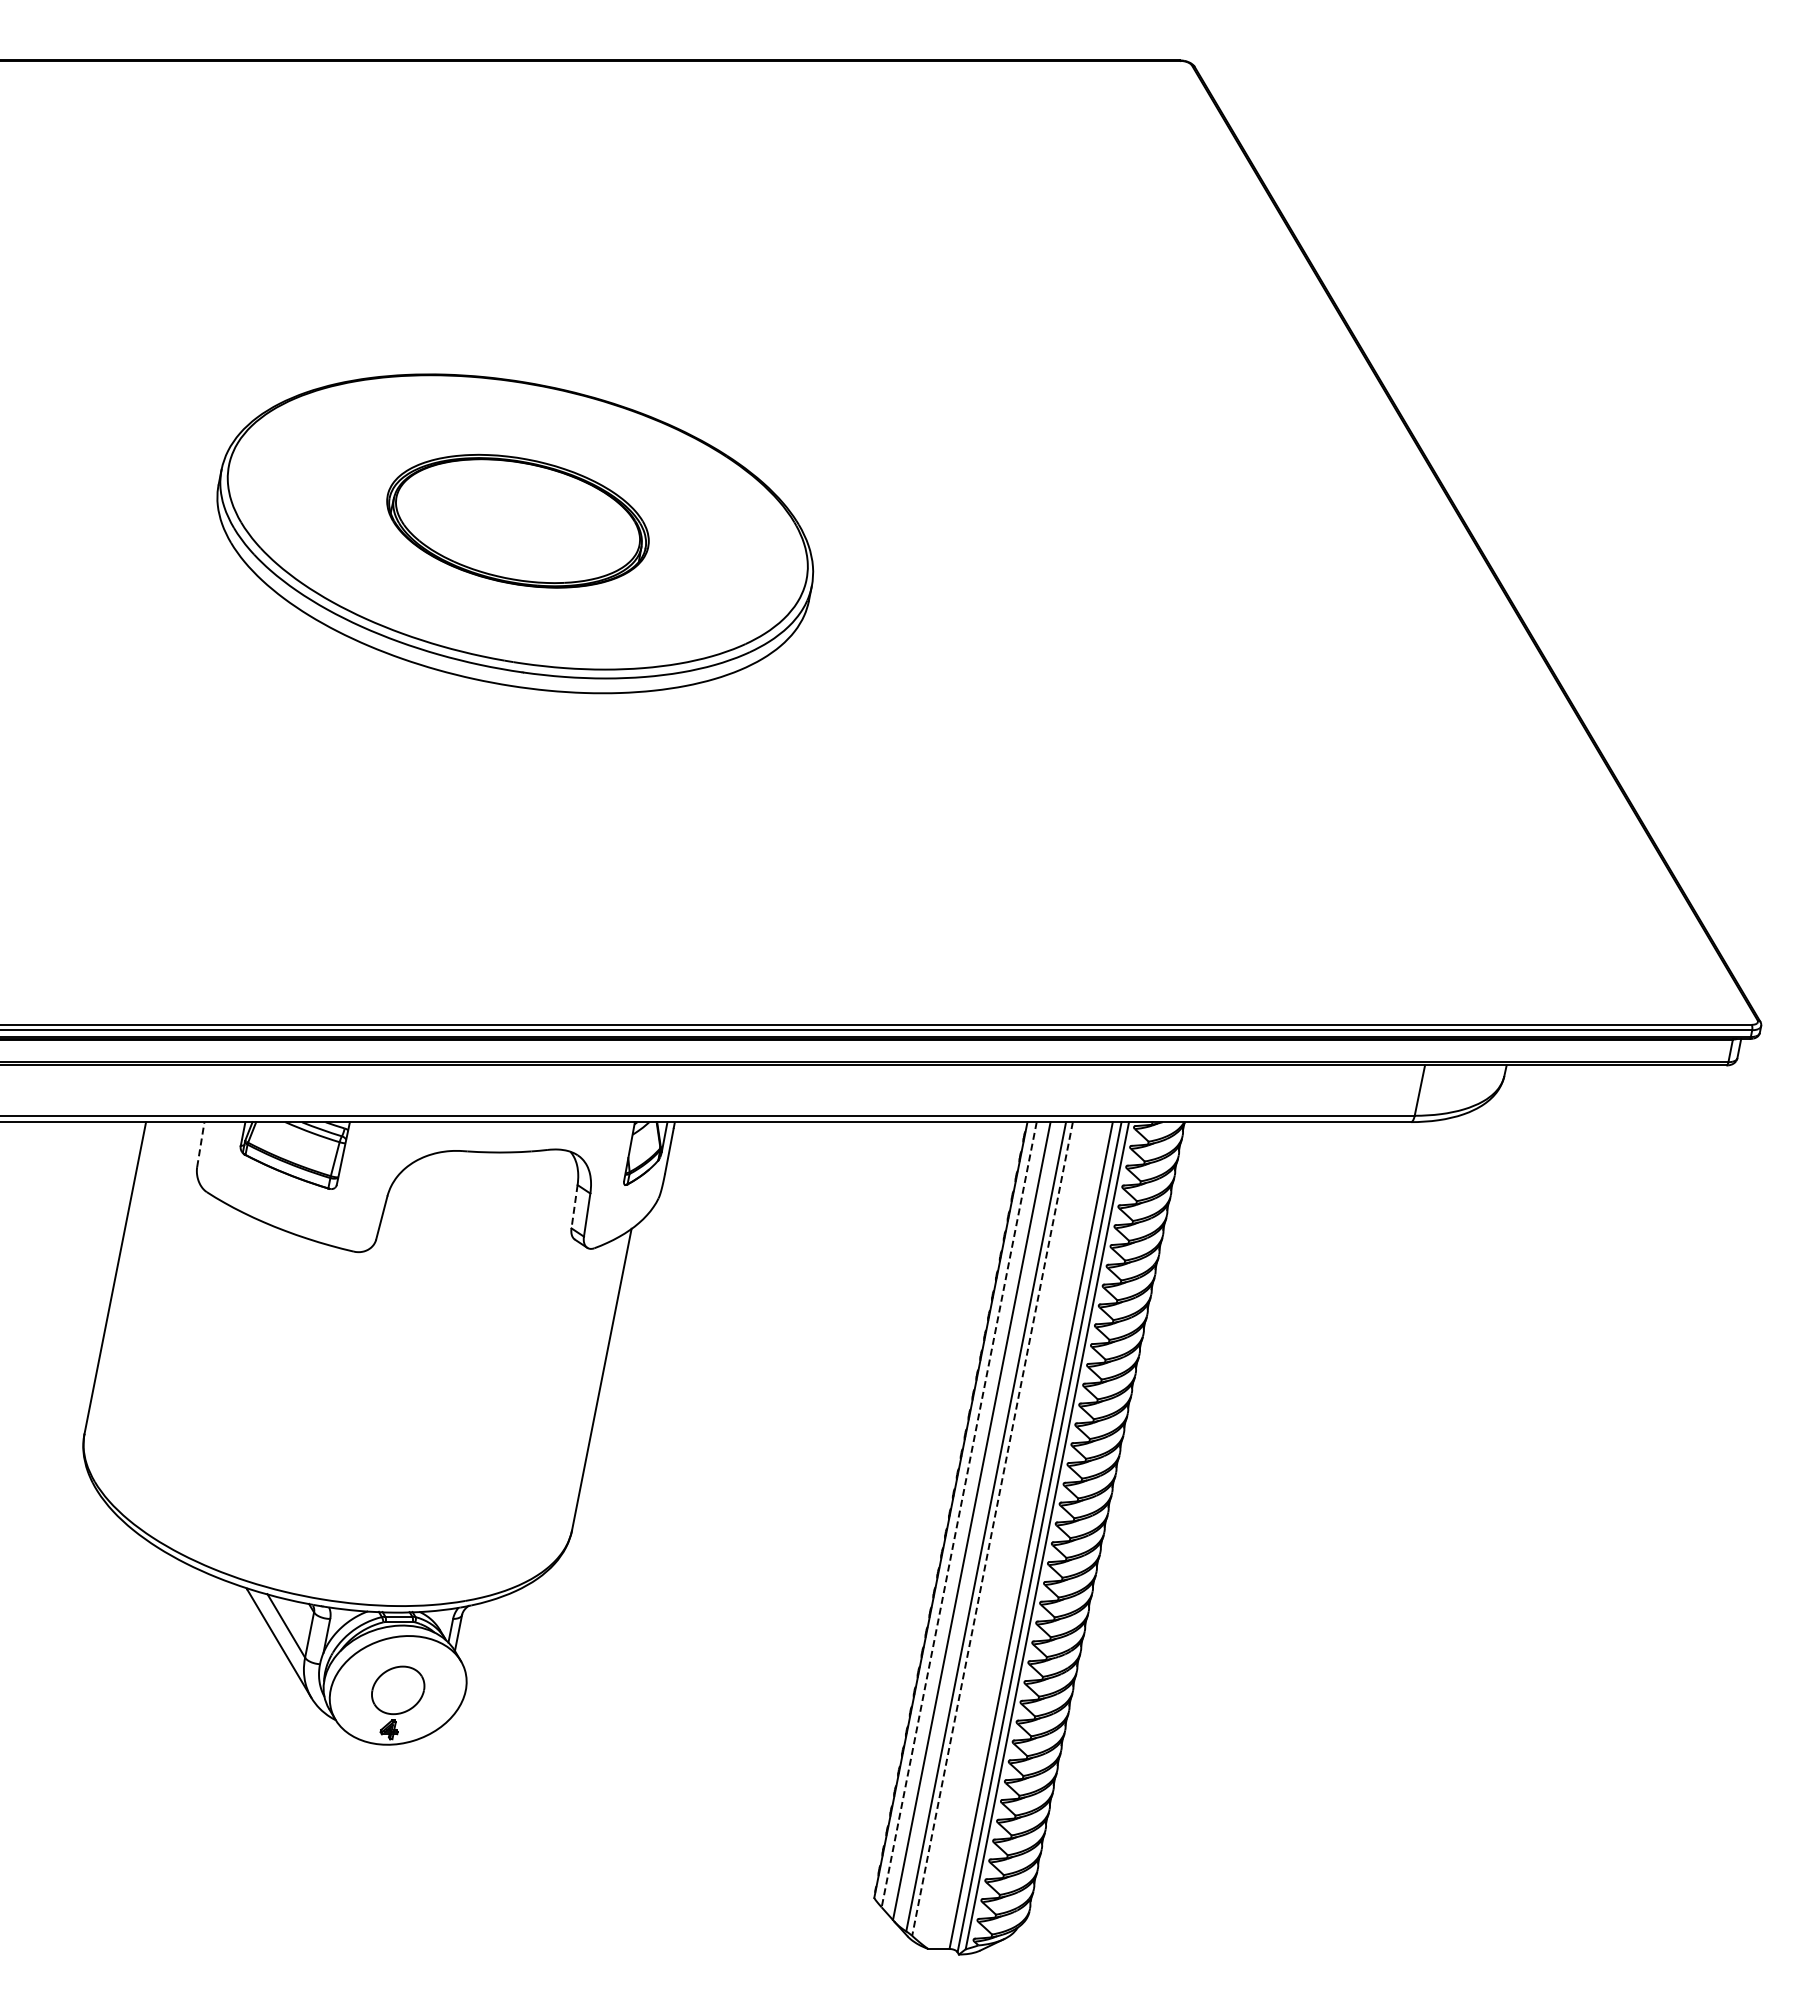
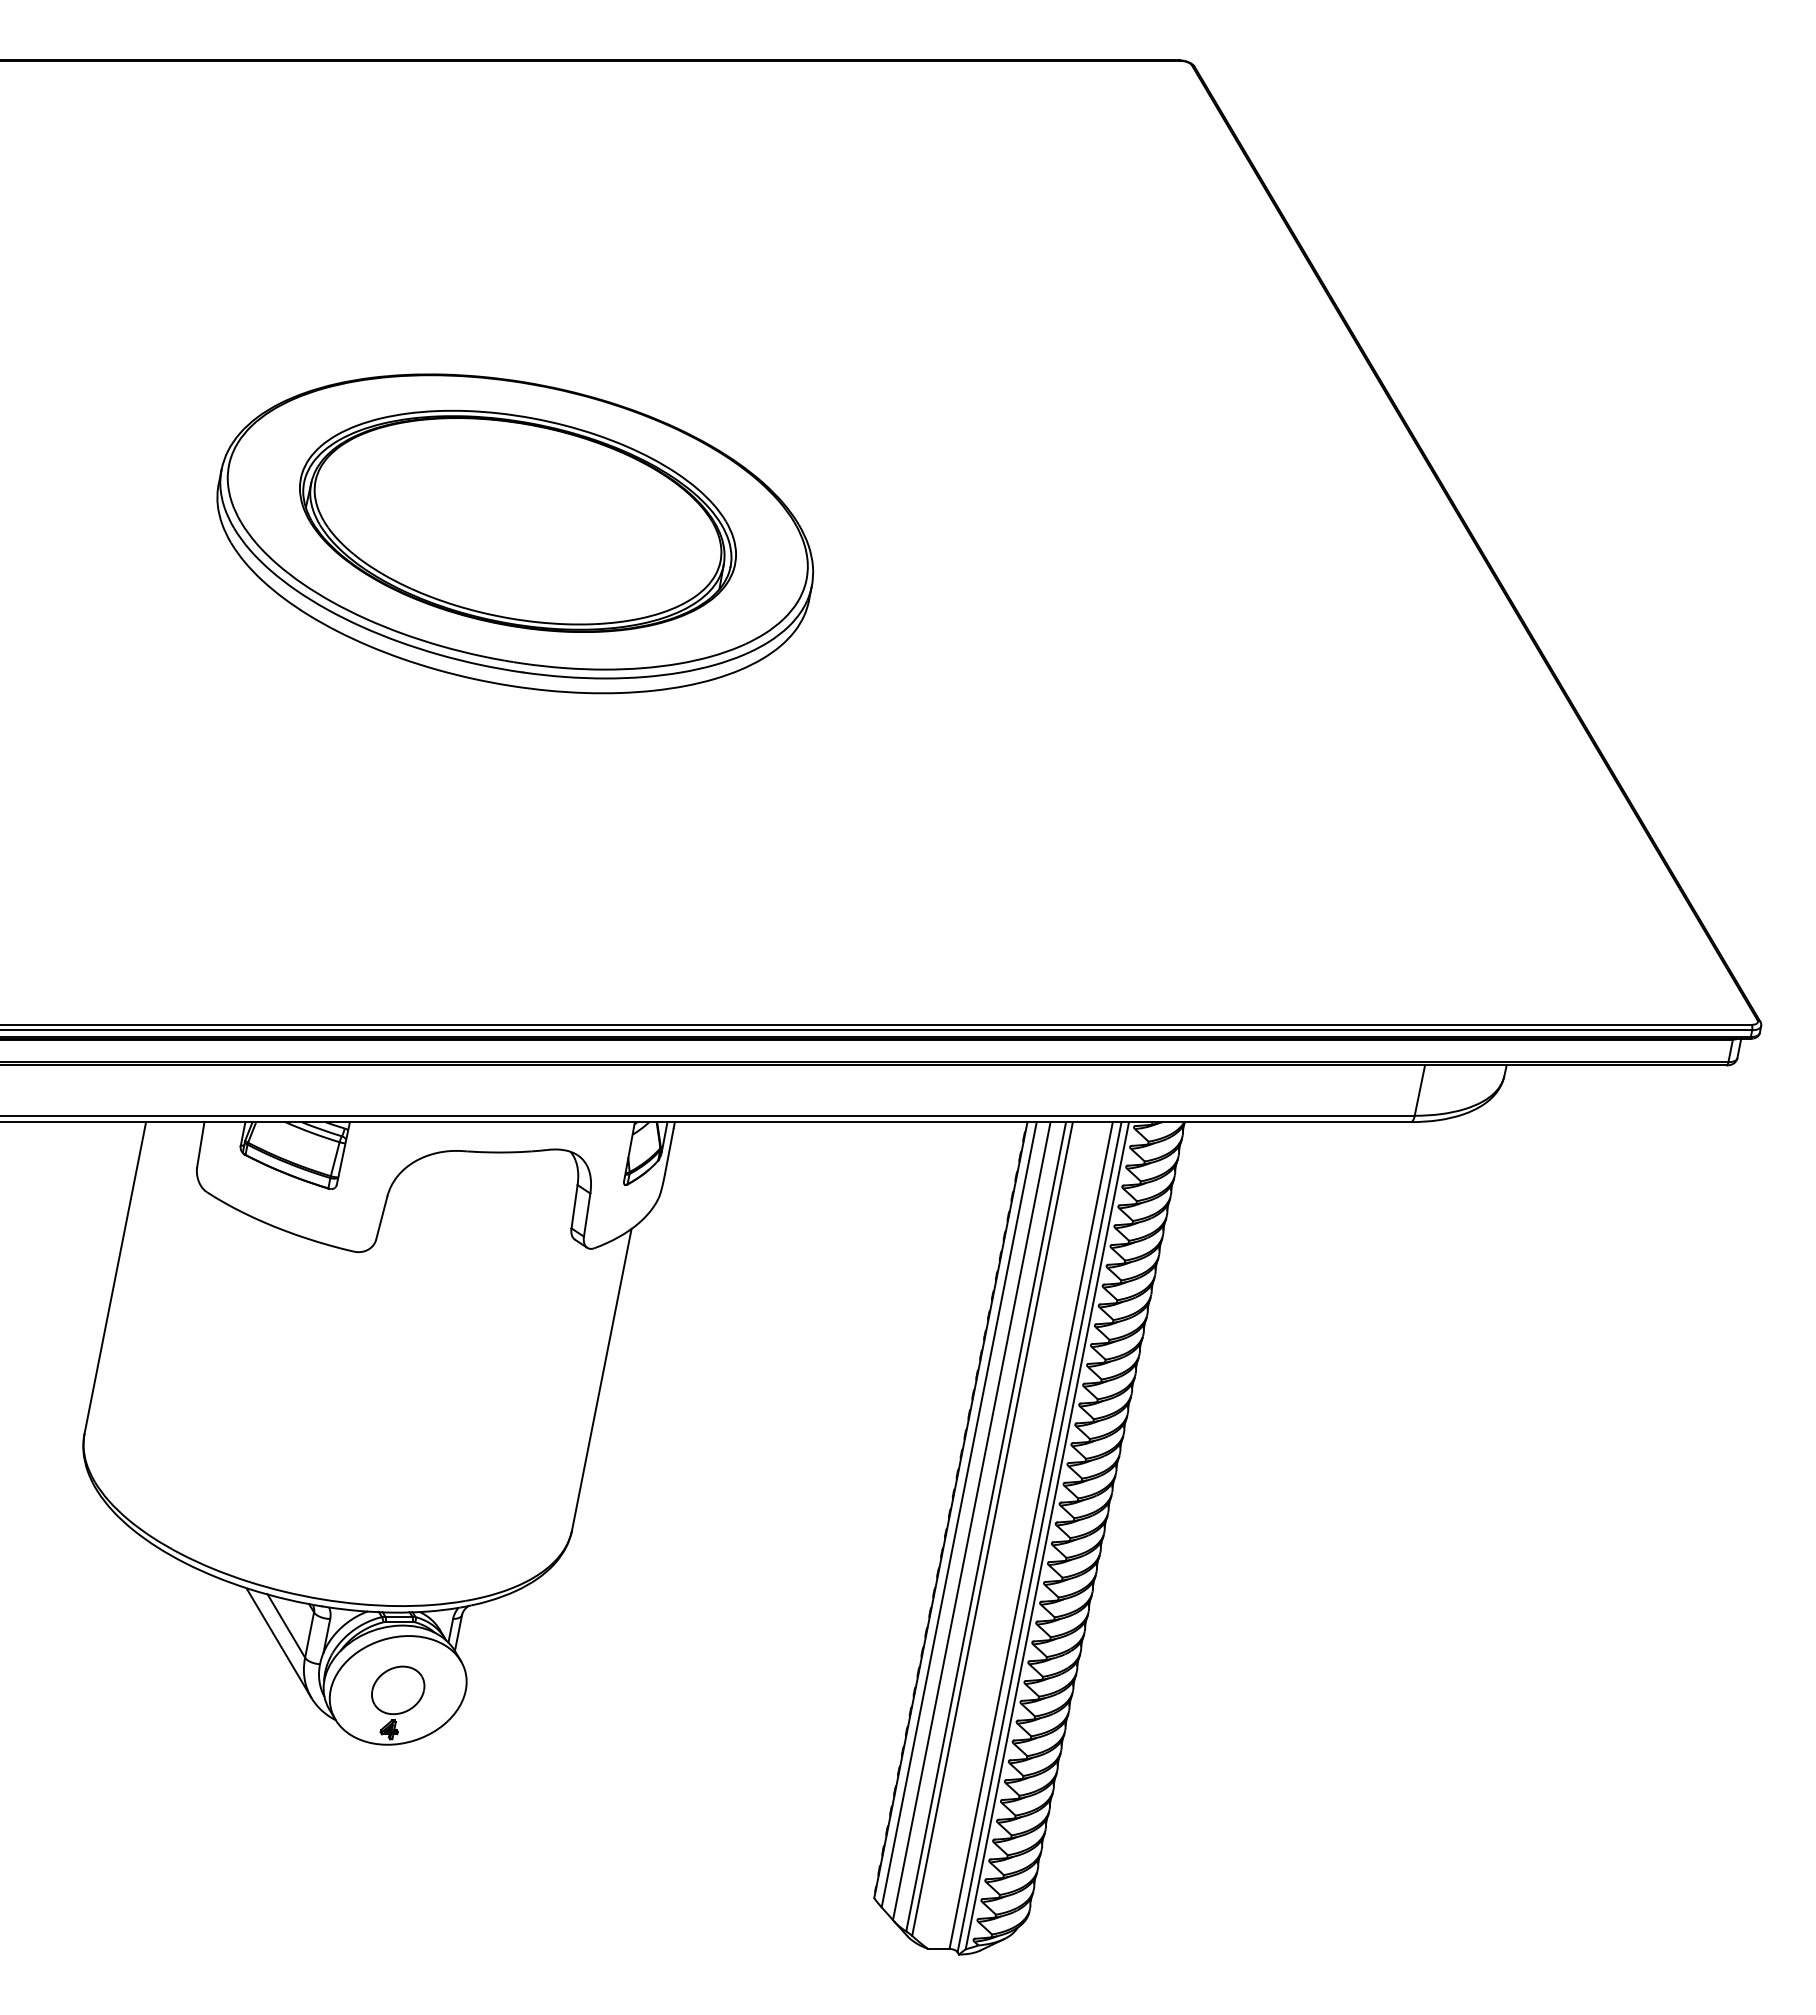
part at (517, 520) size: 264x136 px -> 438x224 px
line at (200, 1144): dashed -> solid
line at (574, 1206): dashed -> solid
line at (959, 1515): dashed -> solid
line at (992, 1529): dashed -> solid
